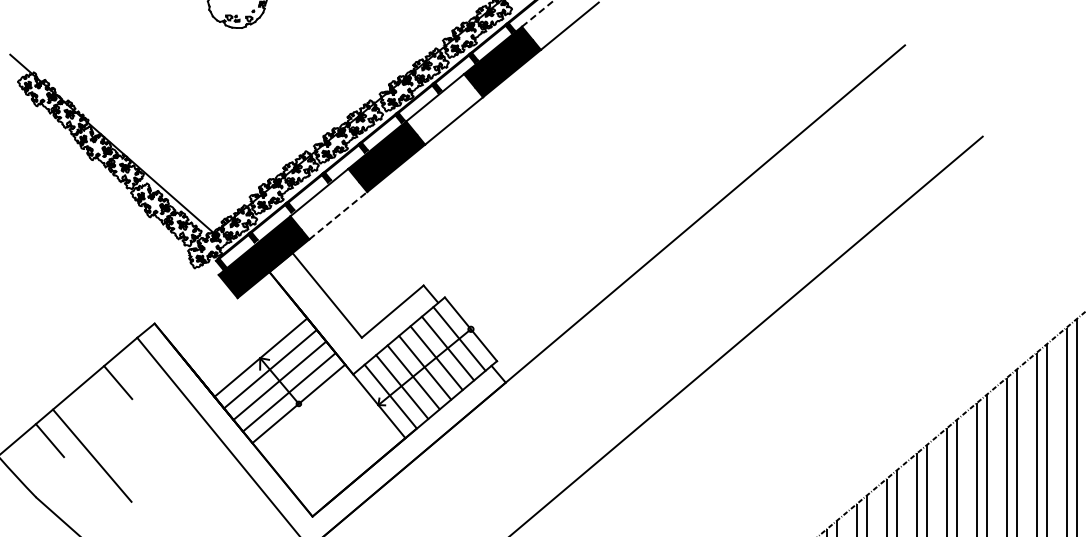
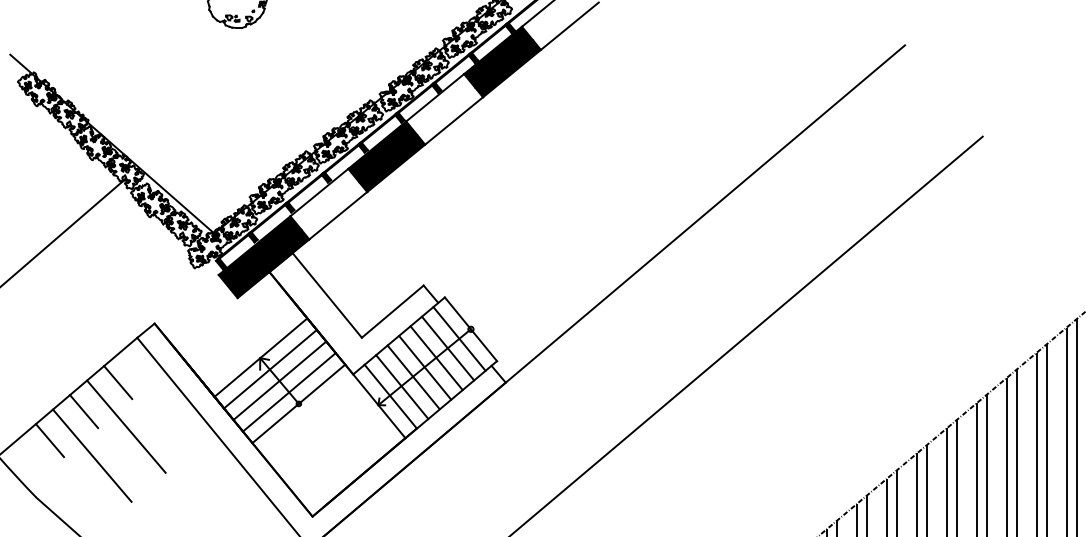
line at (538, 13): dashed -> solid
line at (338, 215): dashed -> solid
line at (63, 232): none -> present
line at (84, 411): none -> present
line at (126, 426): none -> present
